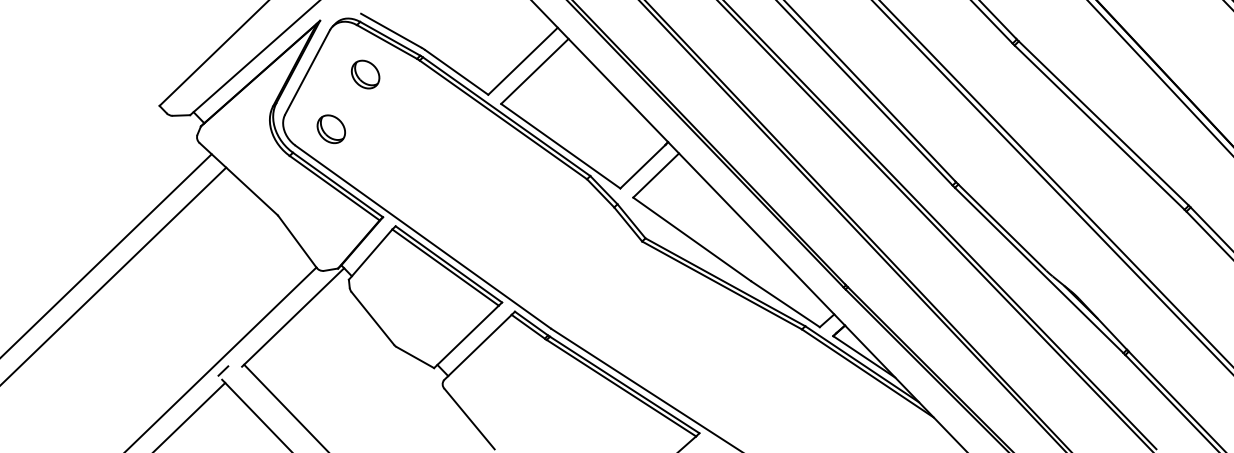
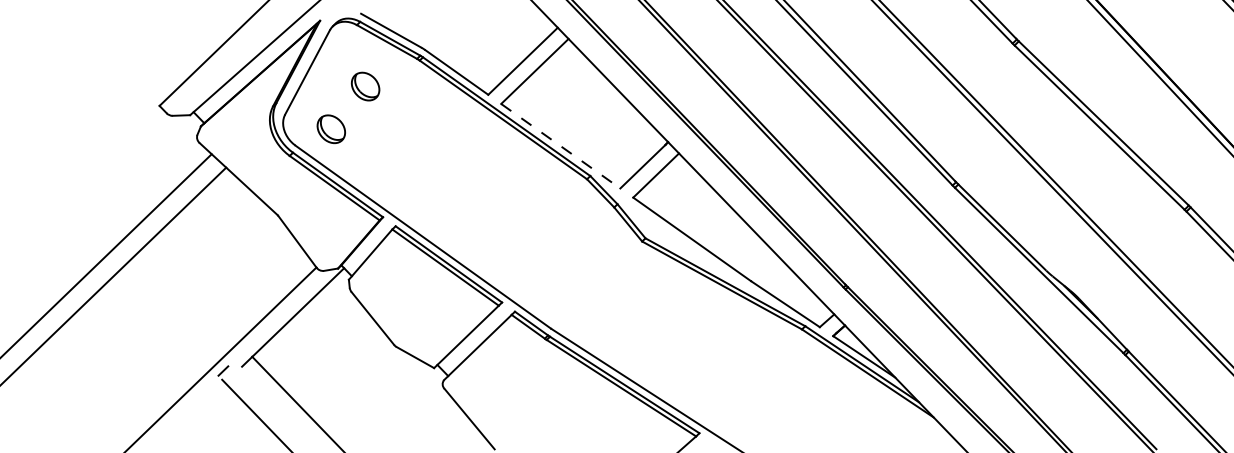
part at (365, 74) position: (365, 74) -> (365, 86)
line at (561, 146): solid -> dashed
line at (285, 406) position: (285, 406) -> (296, 402)
line at (190, 415): present -> none
